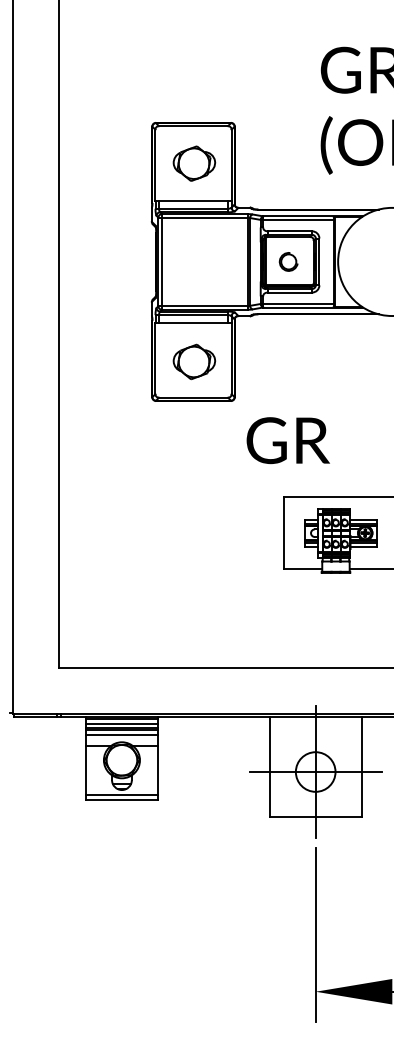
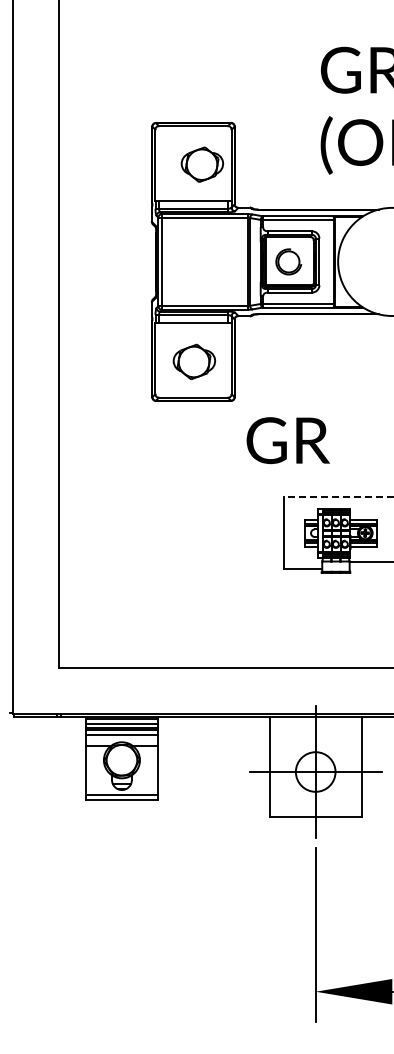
part at (194, 163) position: (194, 163) -> (202, 164)
part at (288, 261) size: 21x20 px -> 28x28 px
line at (338, 497): solid -> dashed
line at (369, 569) position: (369, 569) -> (369, 562)
